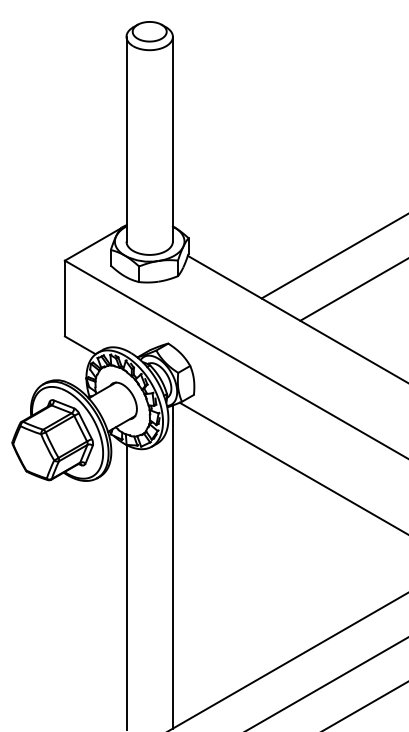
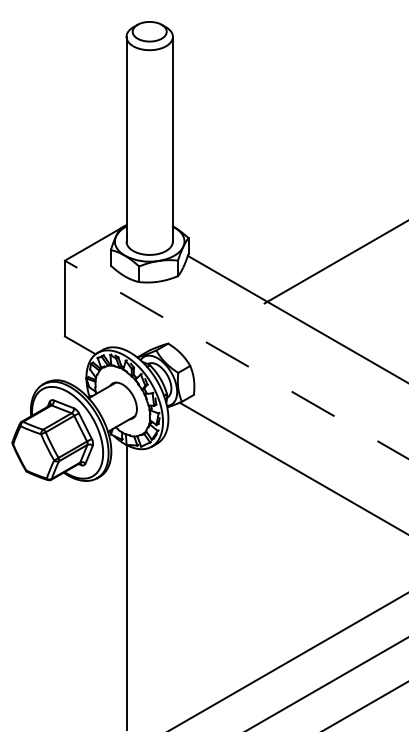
line at (333, 256) position: (333, 256) -> (334, 262)
line at (352, 290): present -> none
line at (236, 359): solid -> dashed
line at (172, 566): present -> none
